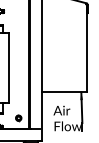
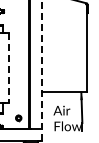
line at (9, 67): solid -> dashed
line at (41, 70): solid -> dashed
